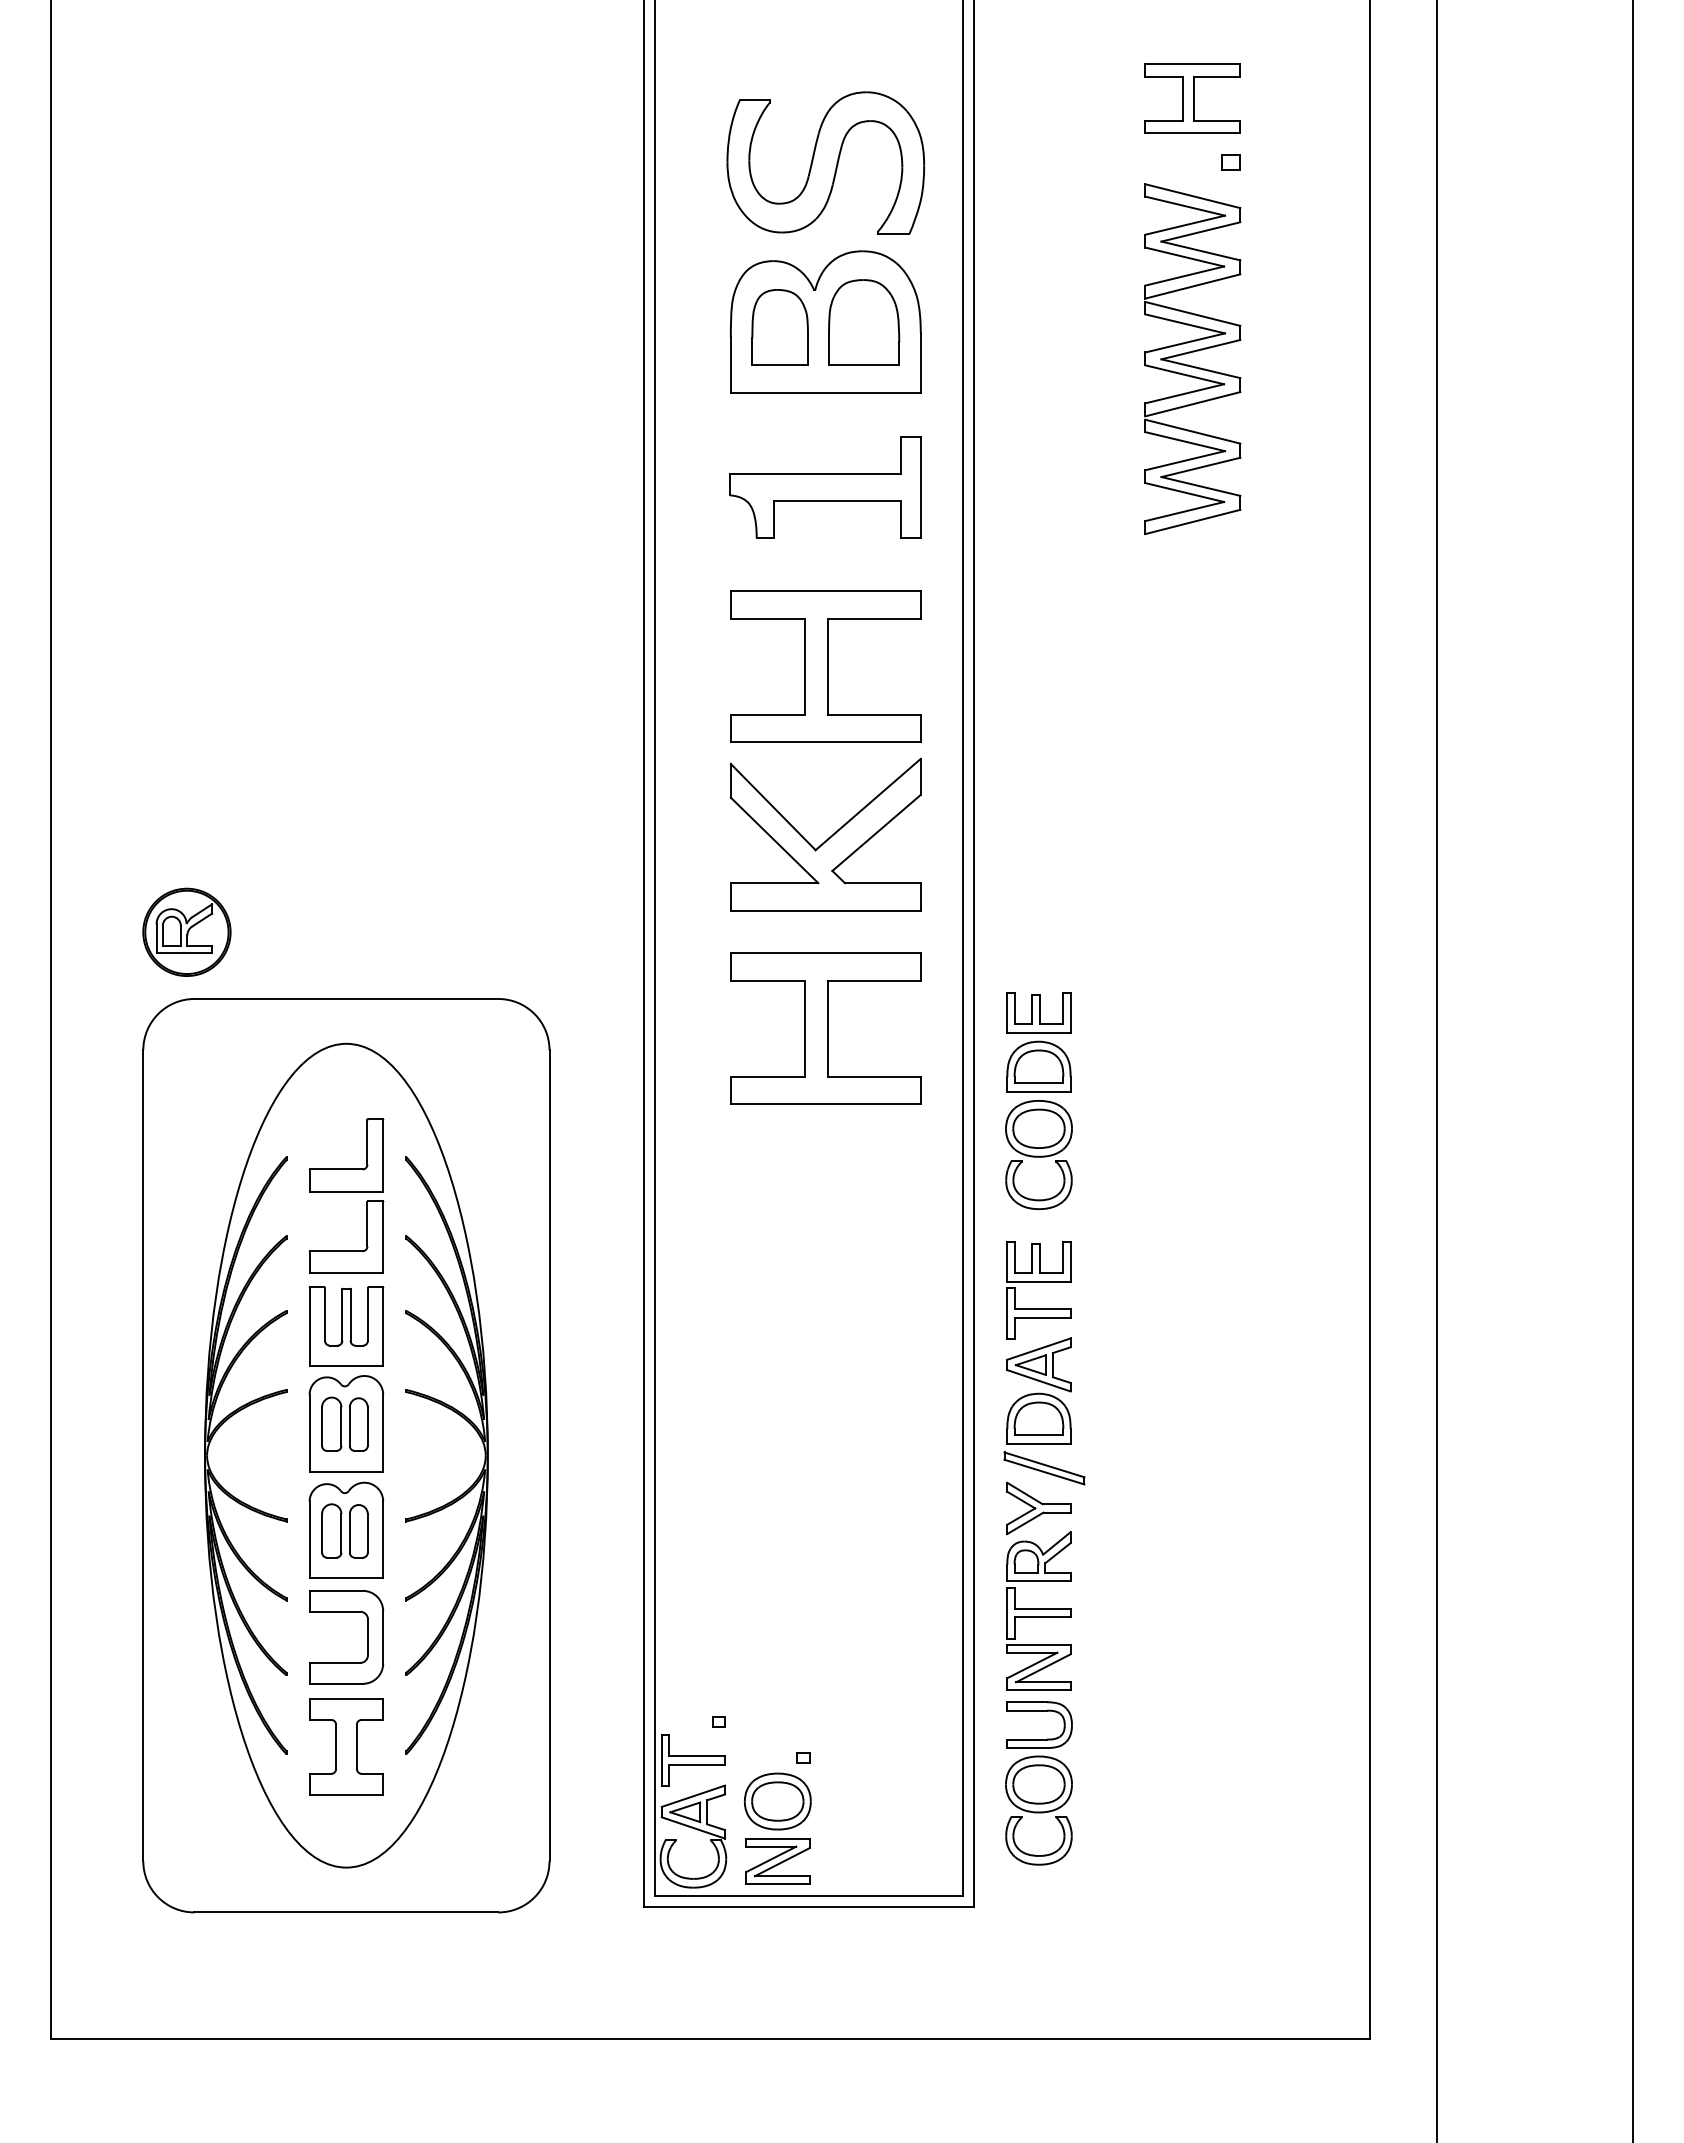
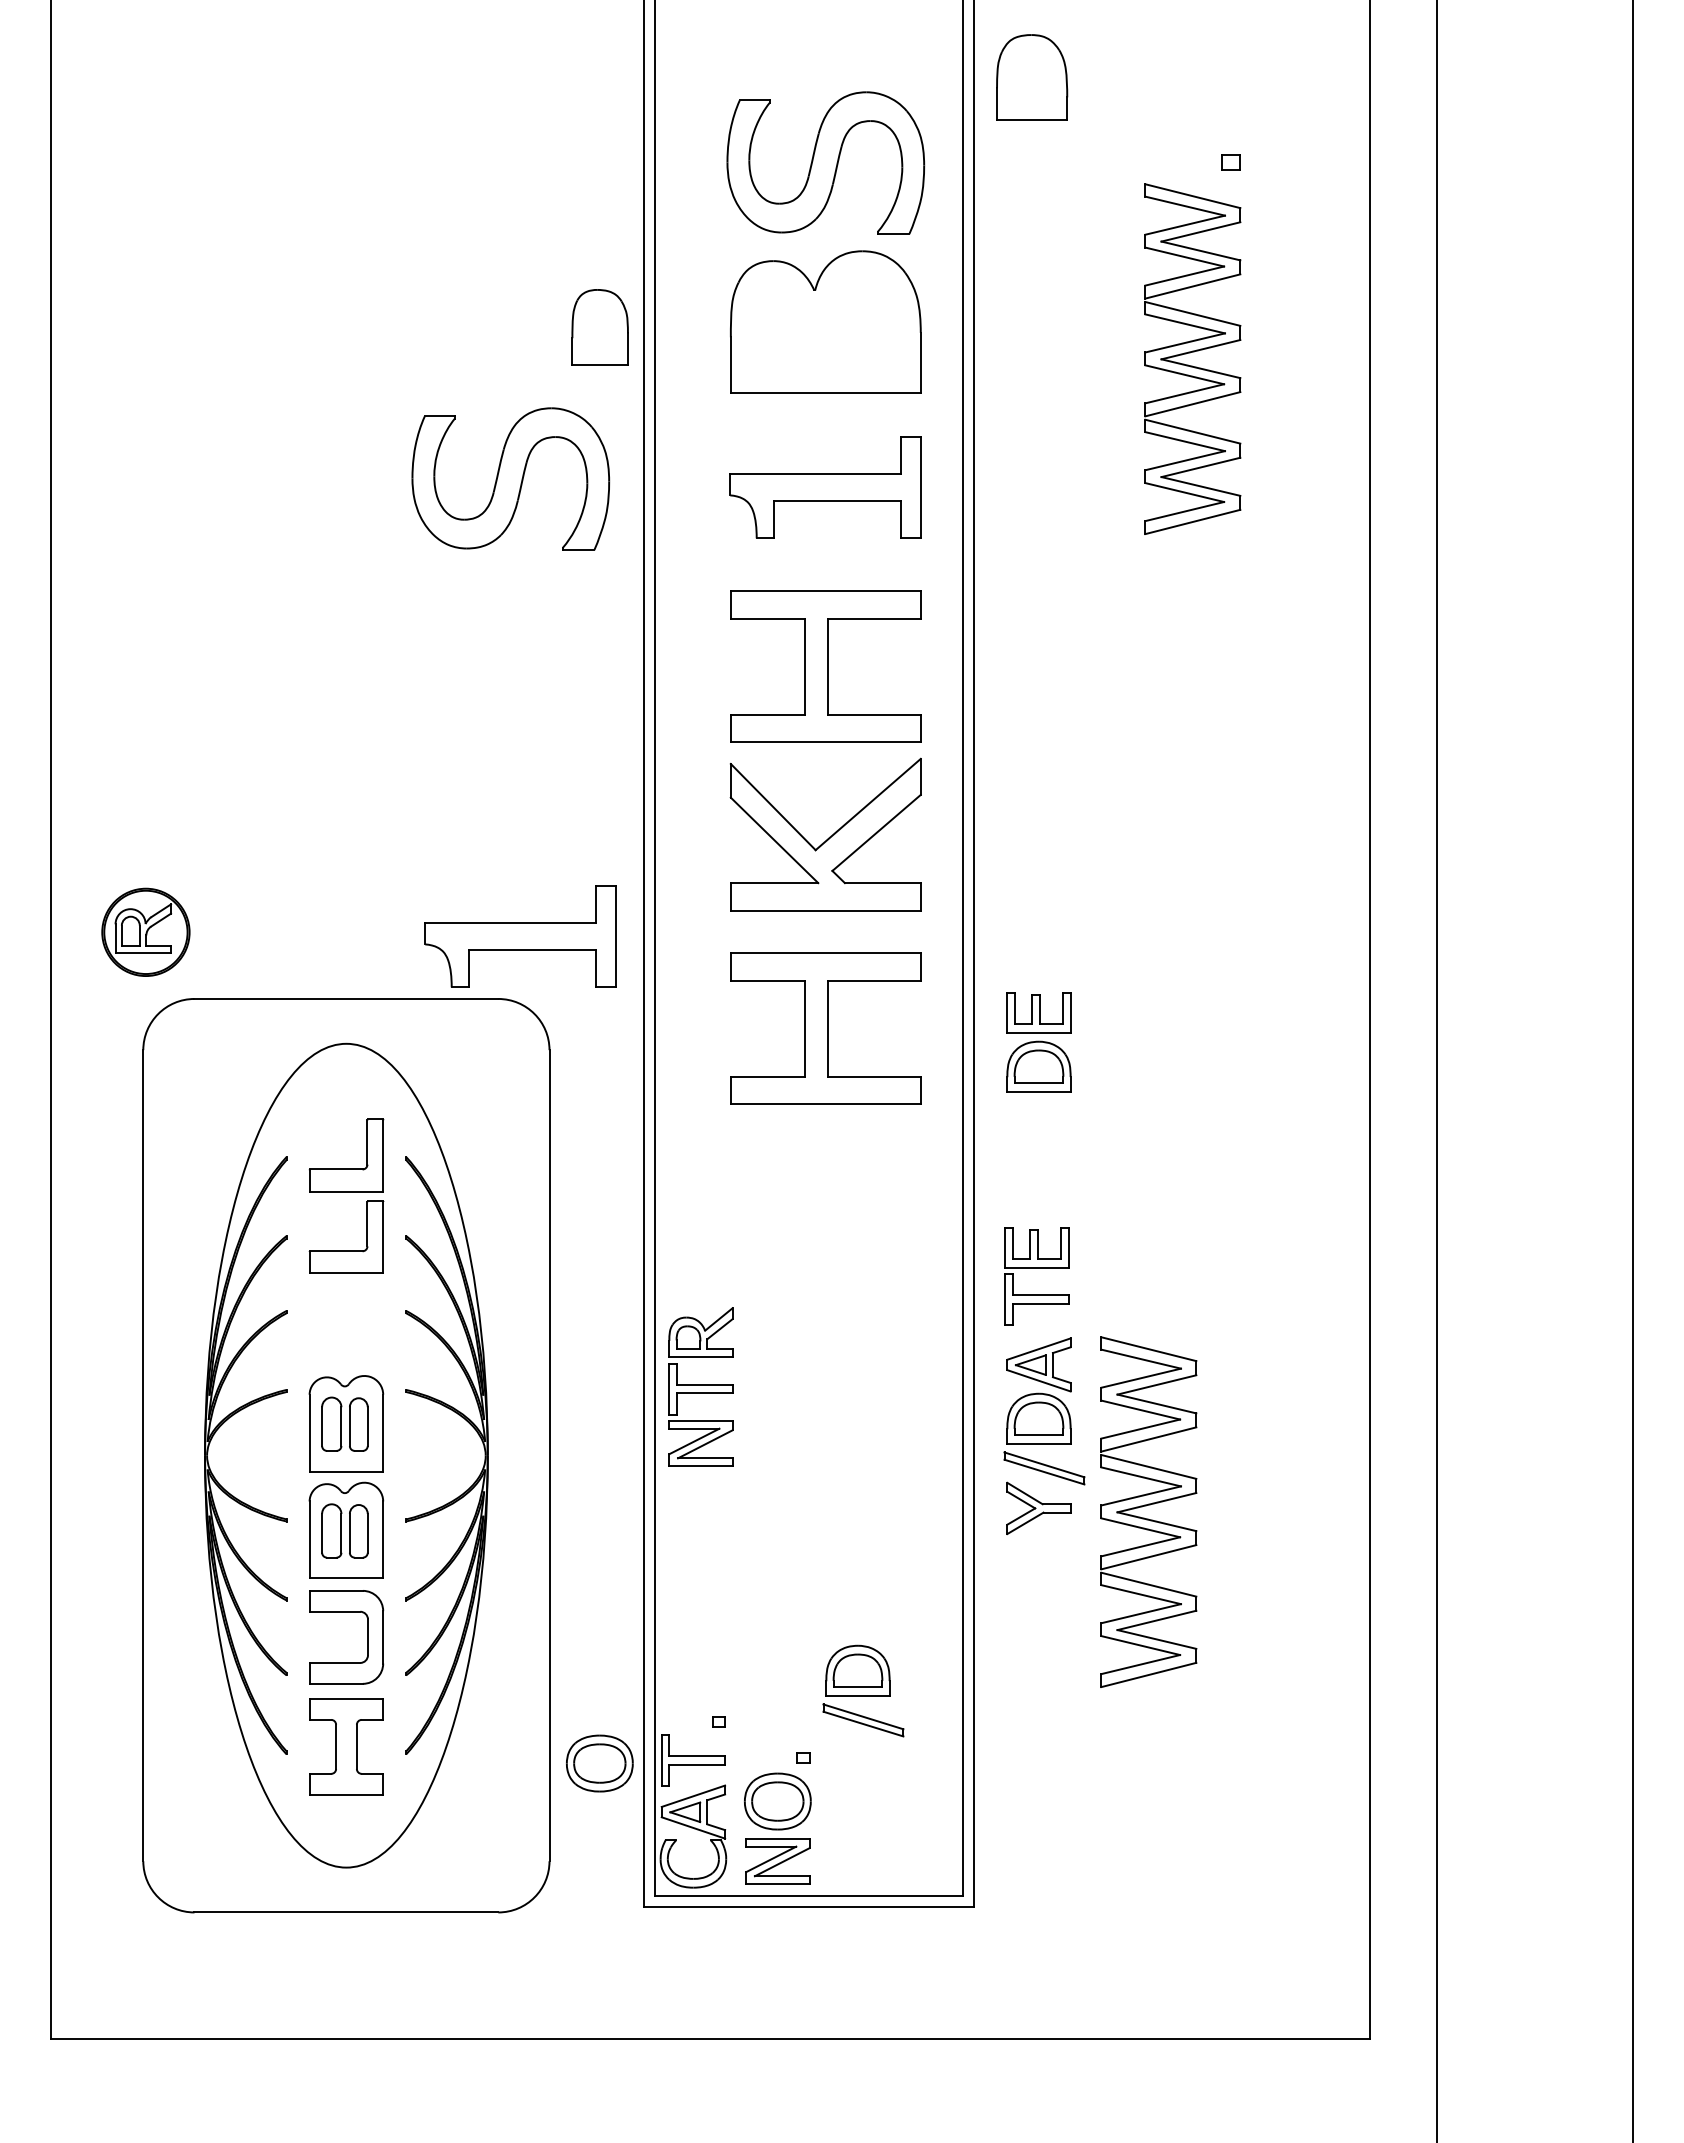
part at (1192, 98): present -> none
part at (864, 322) position: (864, 322) -> (1032, 77)
part at (779, 327) position: (779, 327) -> (599, 327)
part at (510, 478): none -> present
part at (186, 931) position: (186, 931) -> (145, 931)
part at (520, 936): none -> present
part at (1038, 1154): present -> none
part at (1038, 1282) position: (1038, 1282) -> (1036, 1268)
part at (346, 1326): present -> none
part at (1148, 1511): none -> present
part at (1038, 1610) position: (1038, 1610) -> (700, 1386)
part at (863, 1690): none -> present
part at (599, 1763): none -> present
part at (1038, 1783): present -> none
